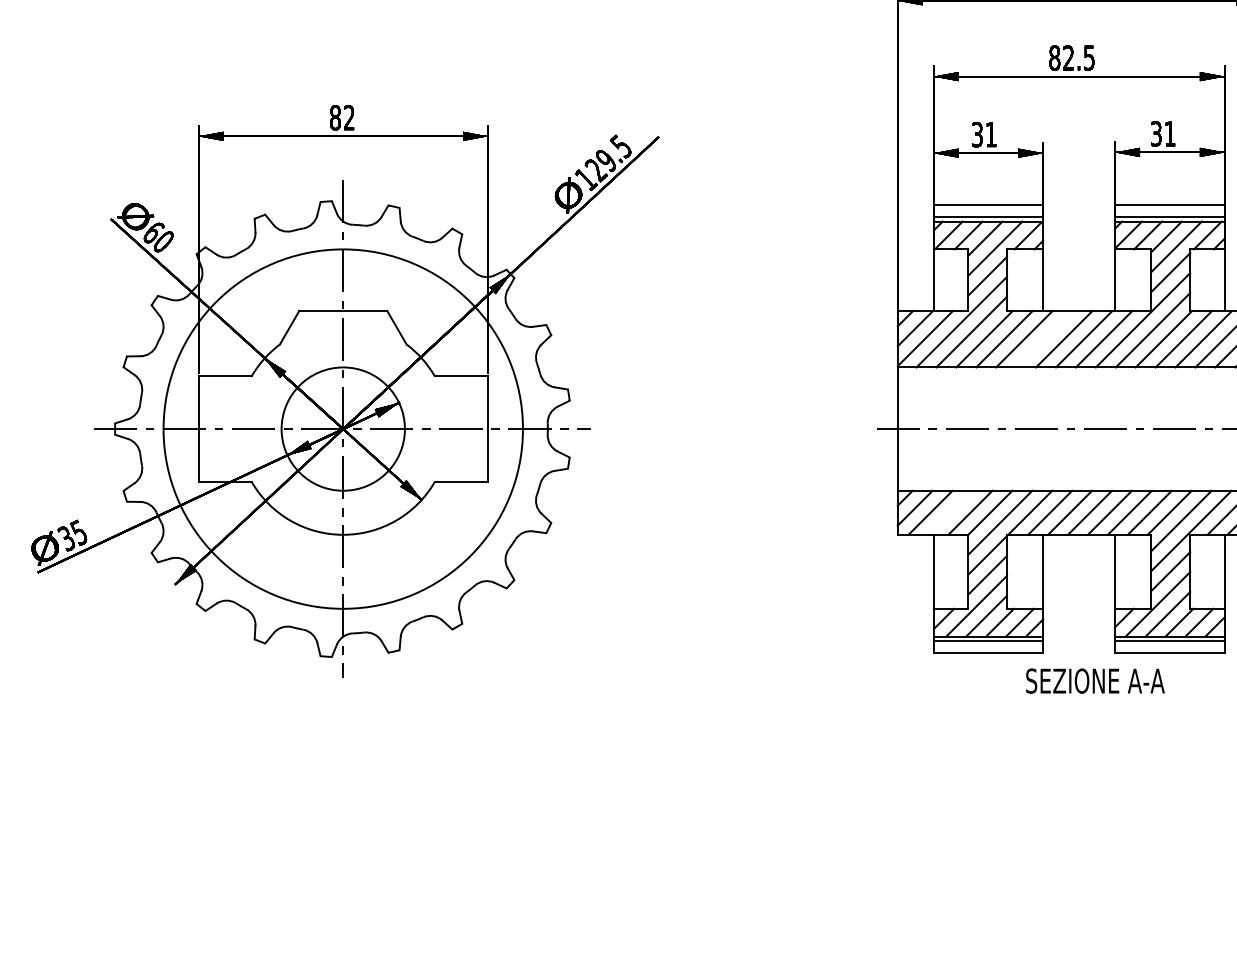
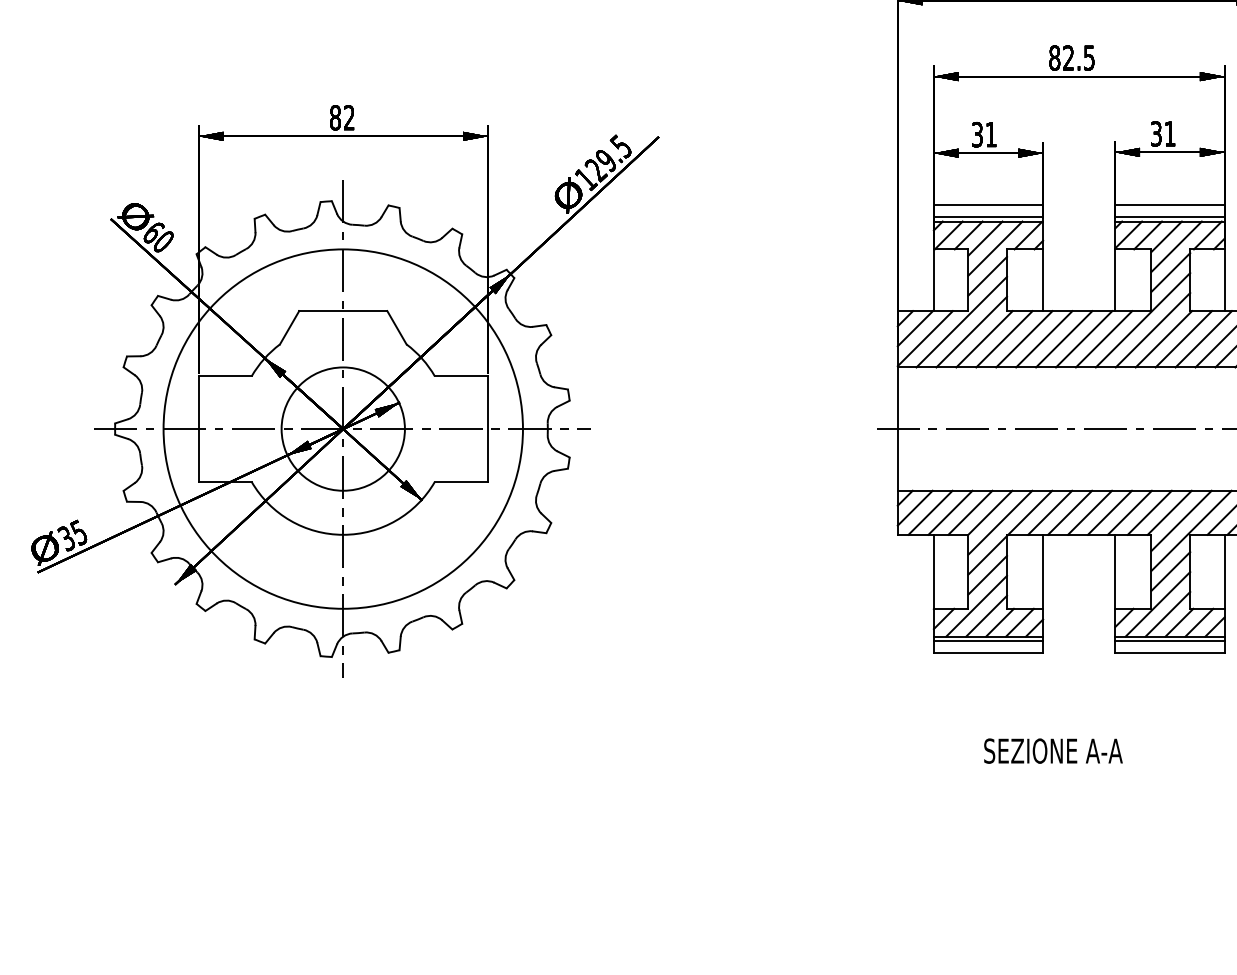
line at (1044, 339): none -> present
line at (950, 512): none -> present
text at (1095, 680) position: (1095, 680) -> (1053, 750)
